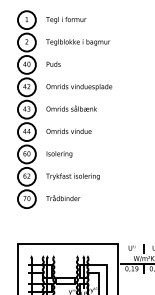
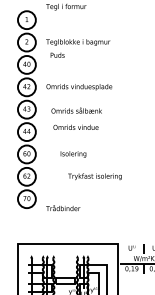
text at (66, 20) position: (66, 20) -> (66, 7)
text at (53, 63) position: (53, 63) -> (57, 54)
text at (71, 108) position: (71, 108) -> (76, 110)
text at (68, 130) position: (68, 130) -> (75, 126)
text at (59, 154) position: (59, 154) -> (73, 154)
text at (72, 176) position: (72, 176) -> (94, 176)
text at (63, 198) position: (63, 198) -> (63, 208)
